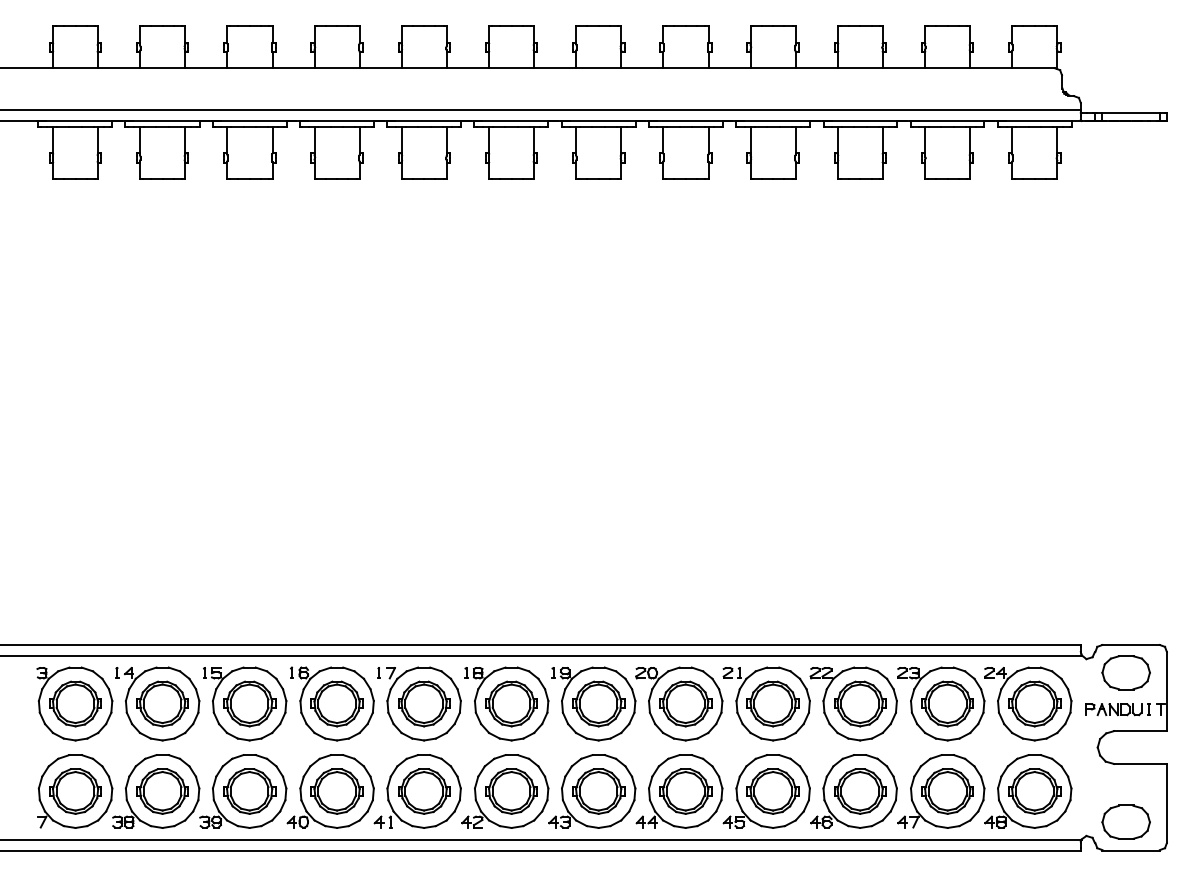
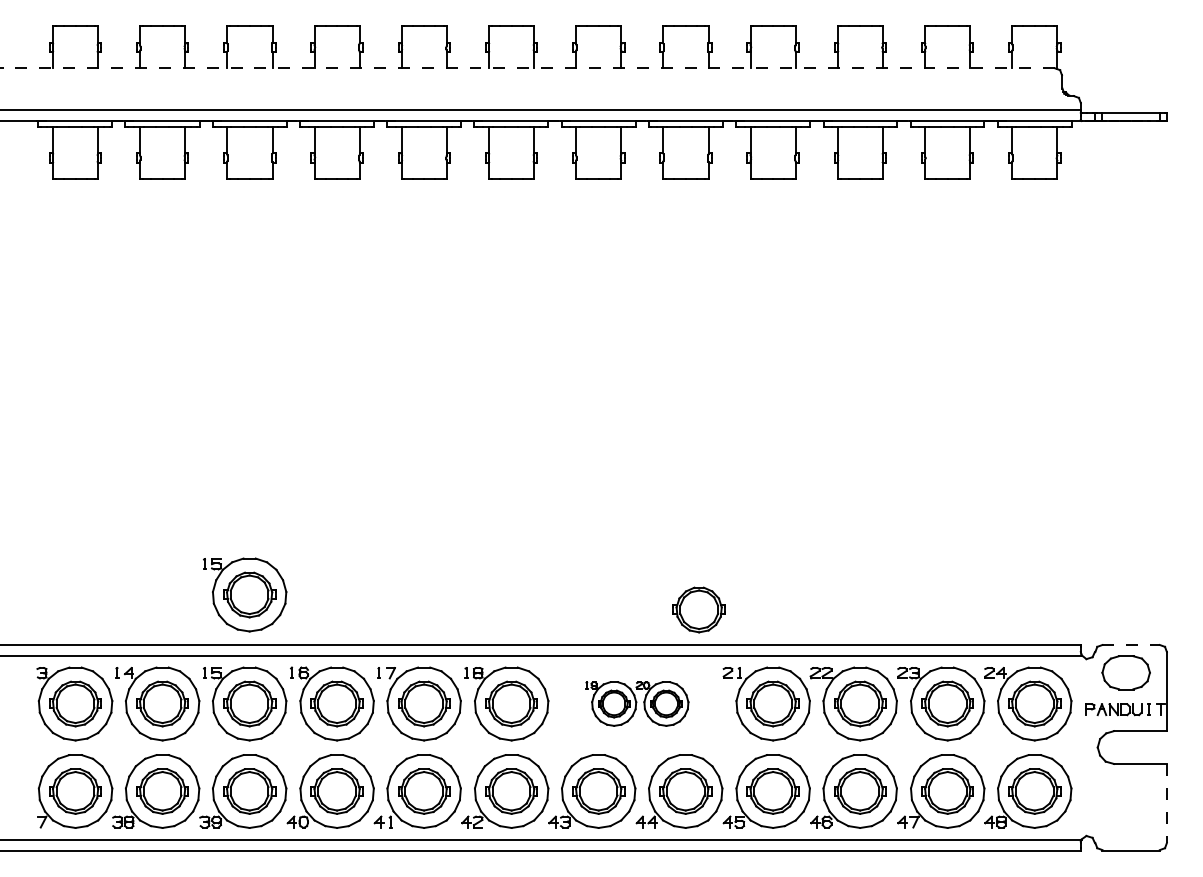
line at (527, 68): solid -> dashed
part at (245, 594): none -> present
part at (698, 609): none -> present
line at (1131, 644): solid -> dashed
part at (637, 703) size: 173x76 px -> 105x46 px
line at (1166, 804): solid -> dashed
part at (1125, 821): present -> none
